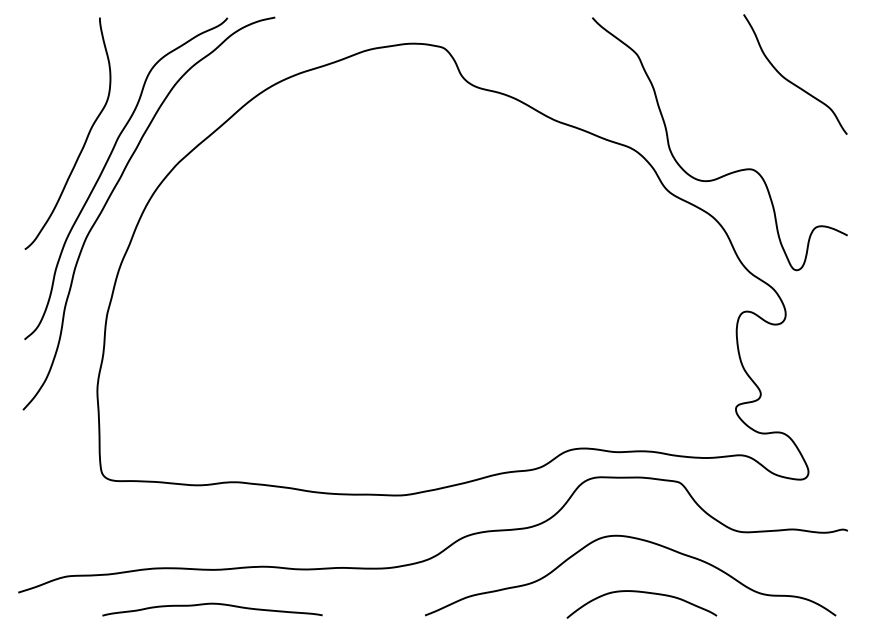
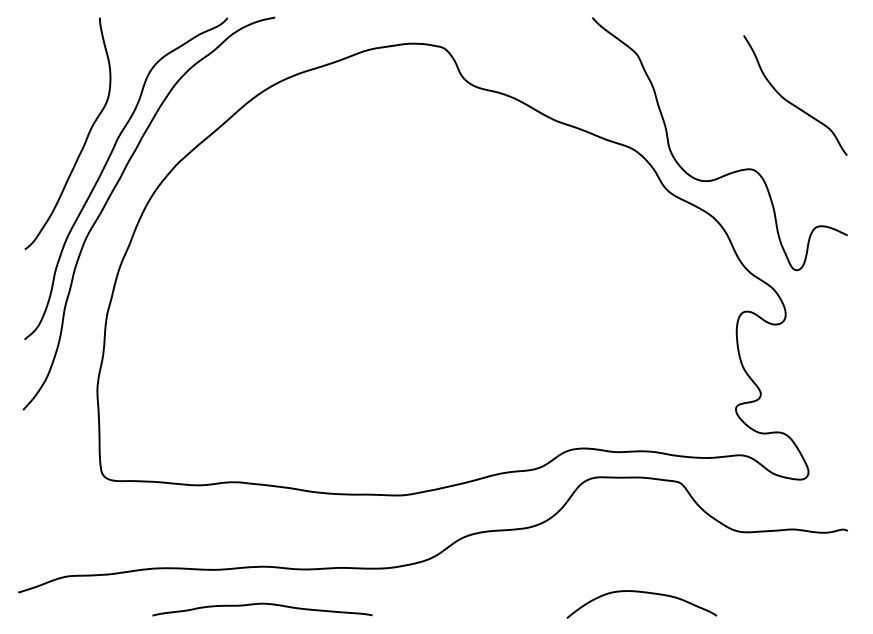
curve at (791, 81) position: (791, 81) -> (791, 102)
curve at (639, 540): present -> none
curve at (212, 604) position: (212, 604) -> (262, 604)
